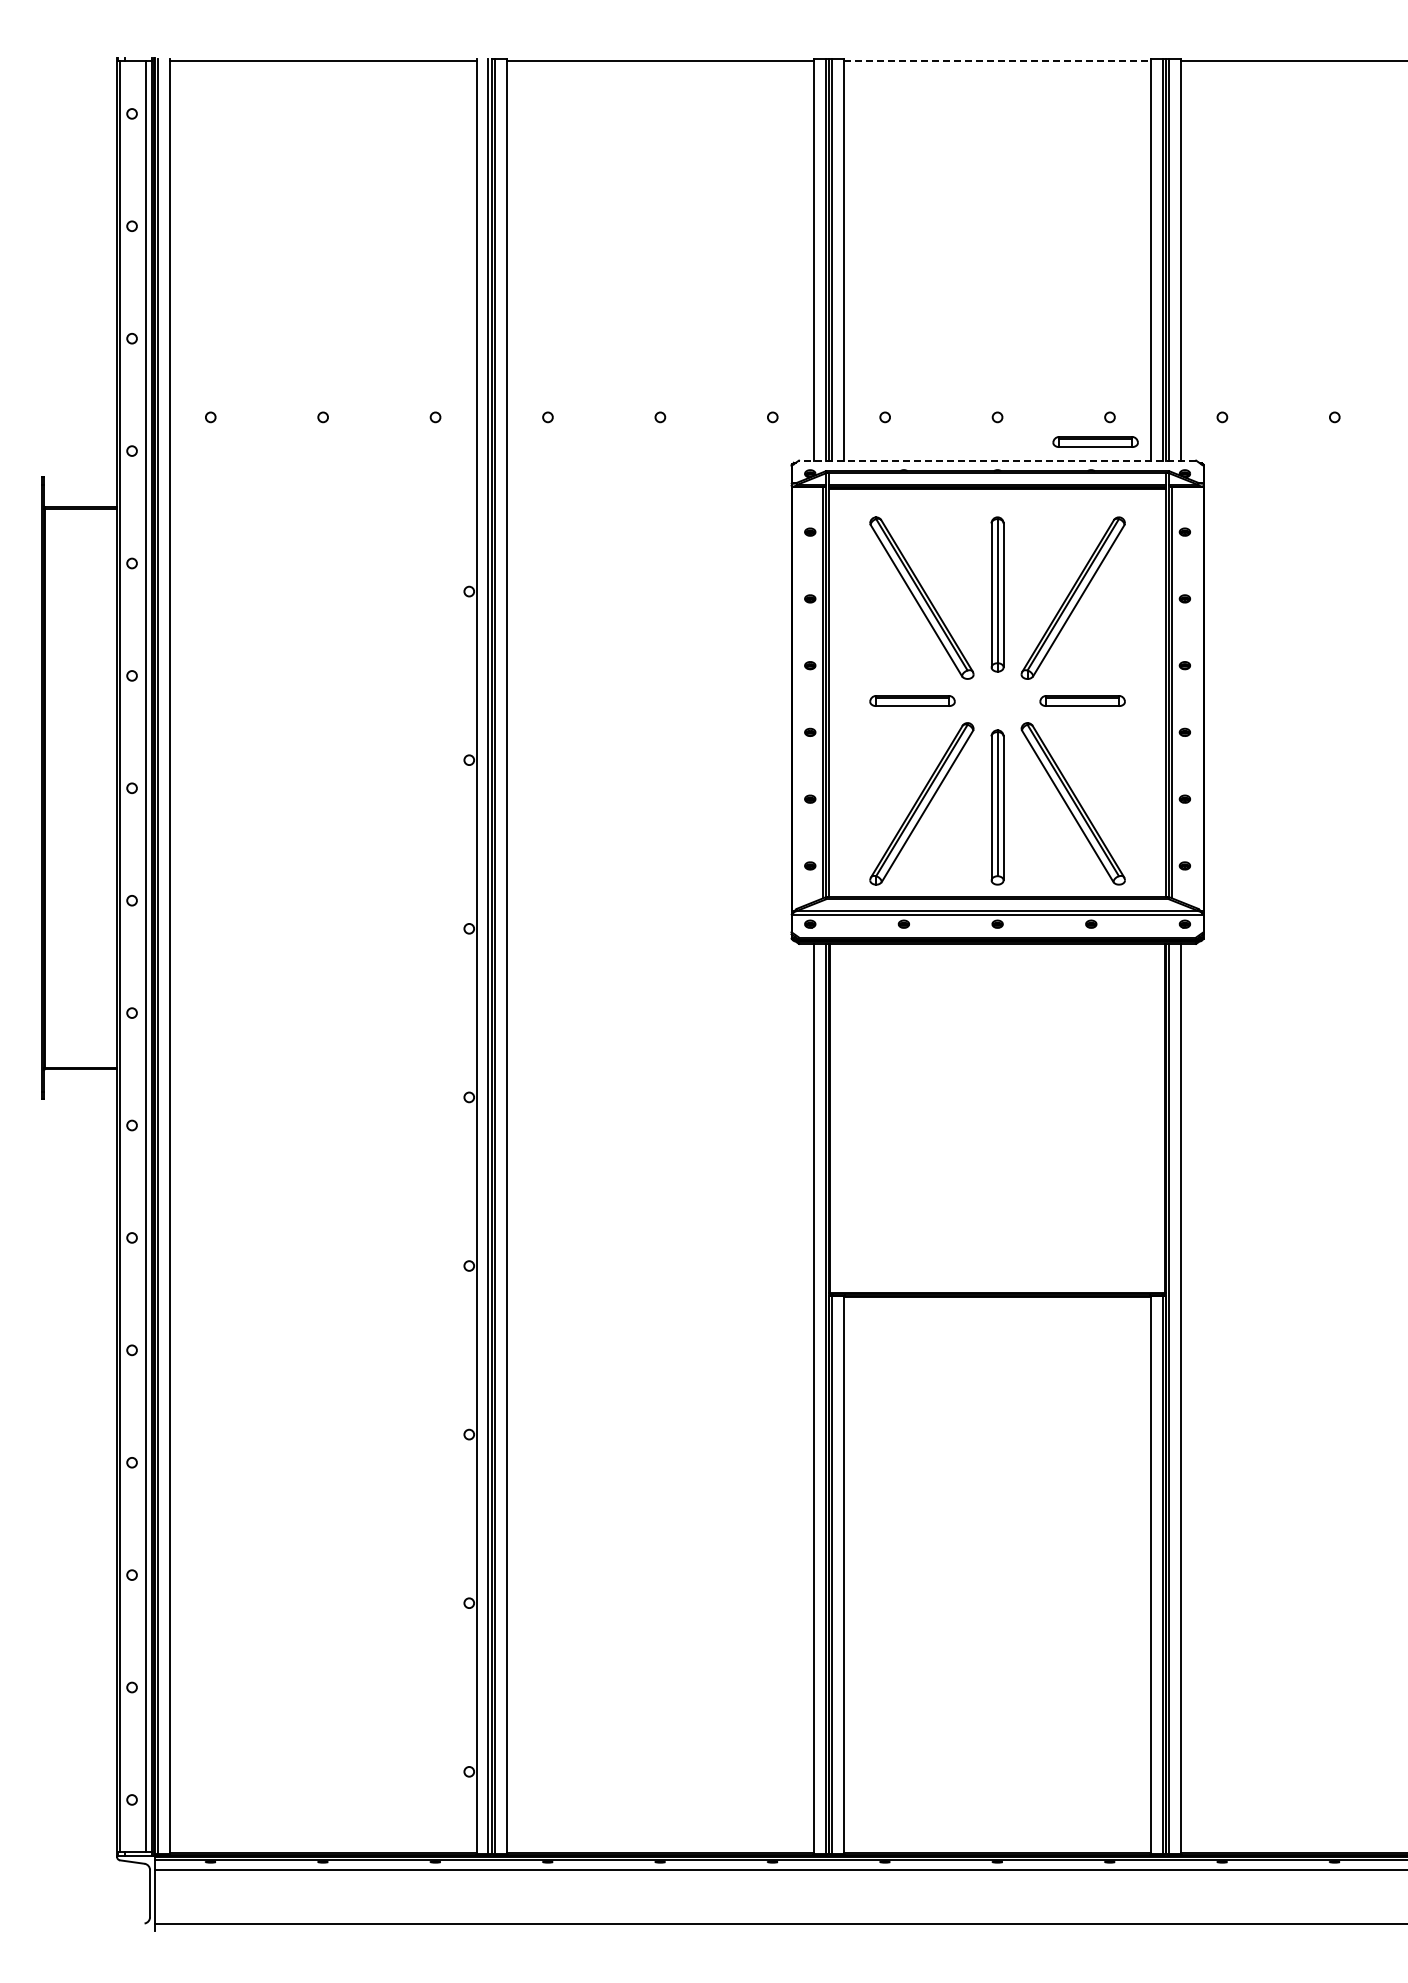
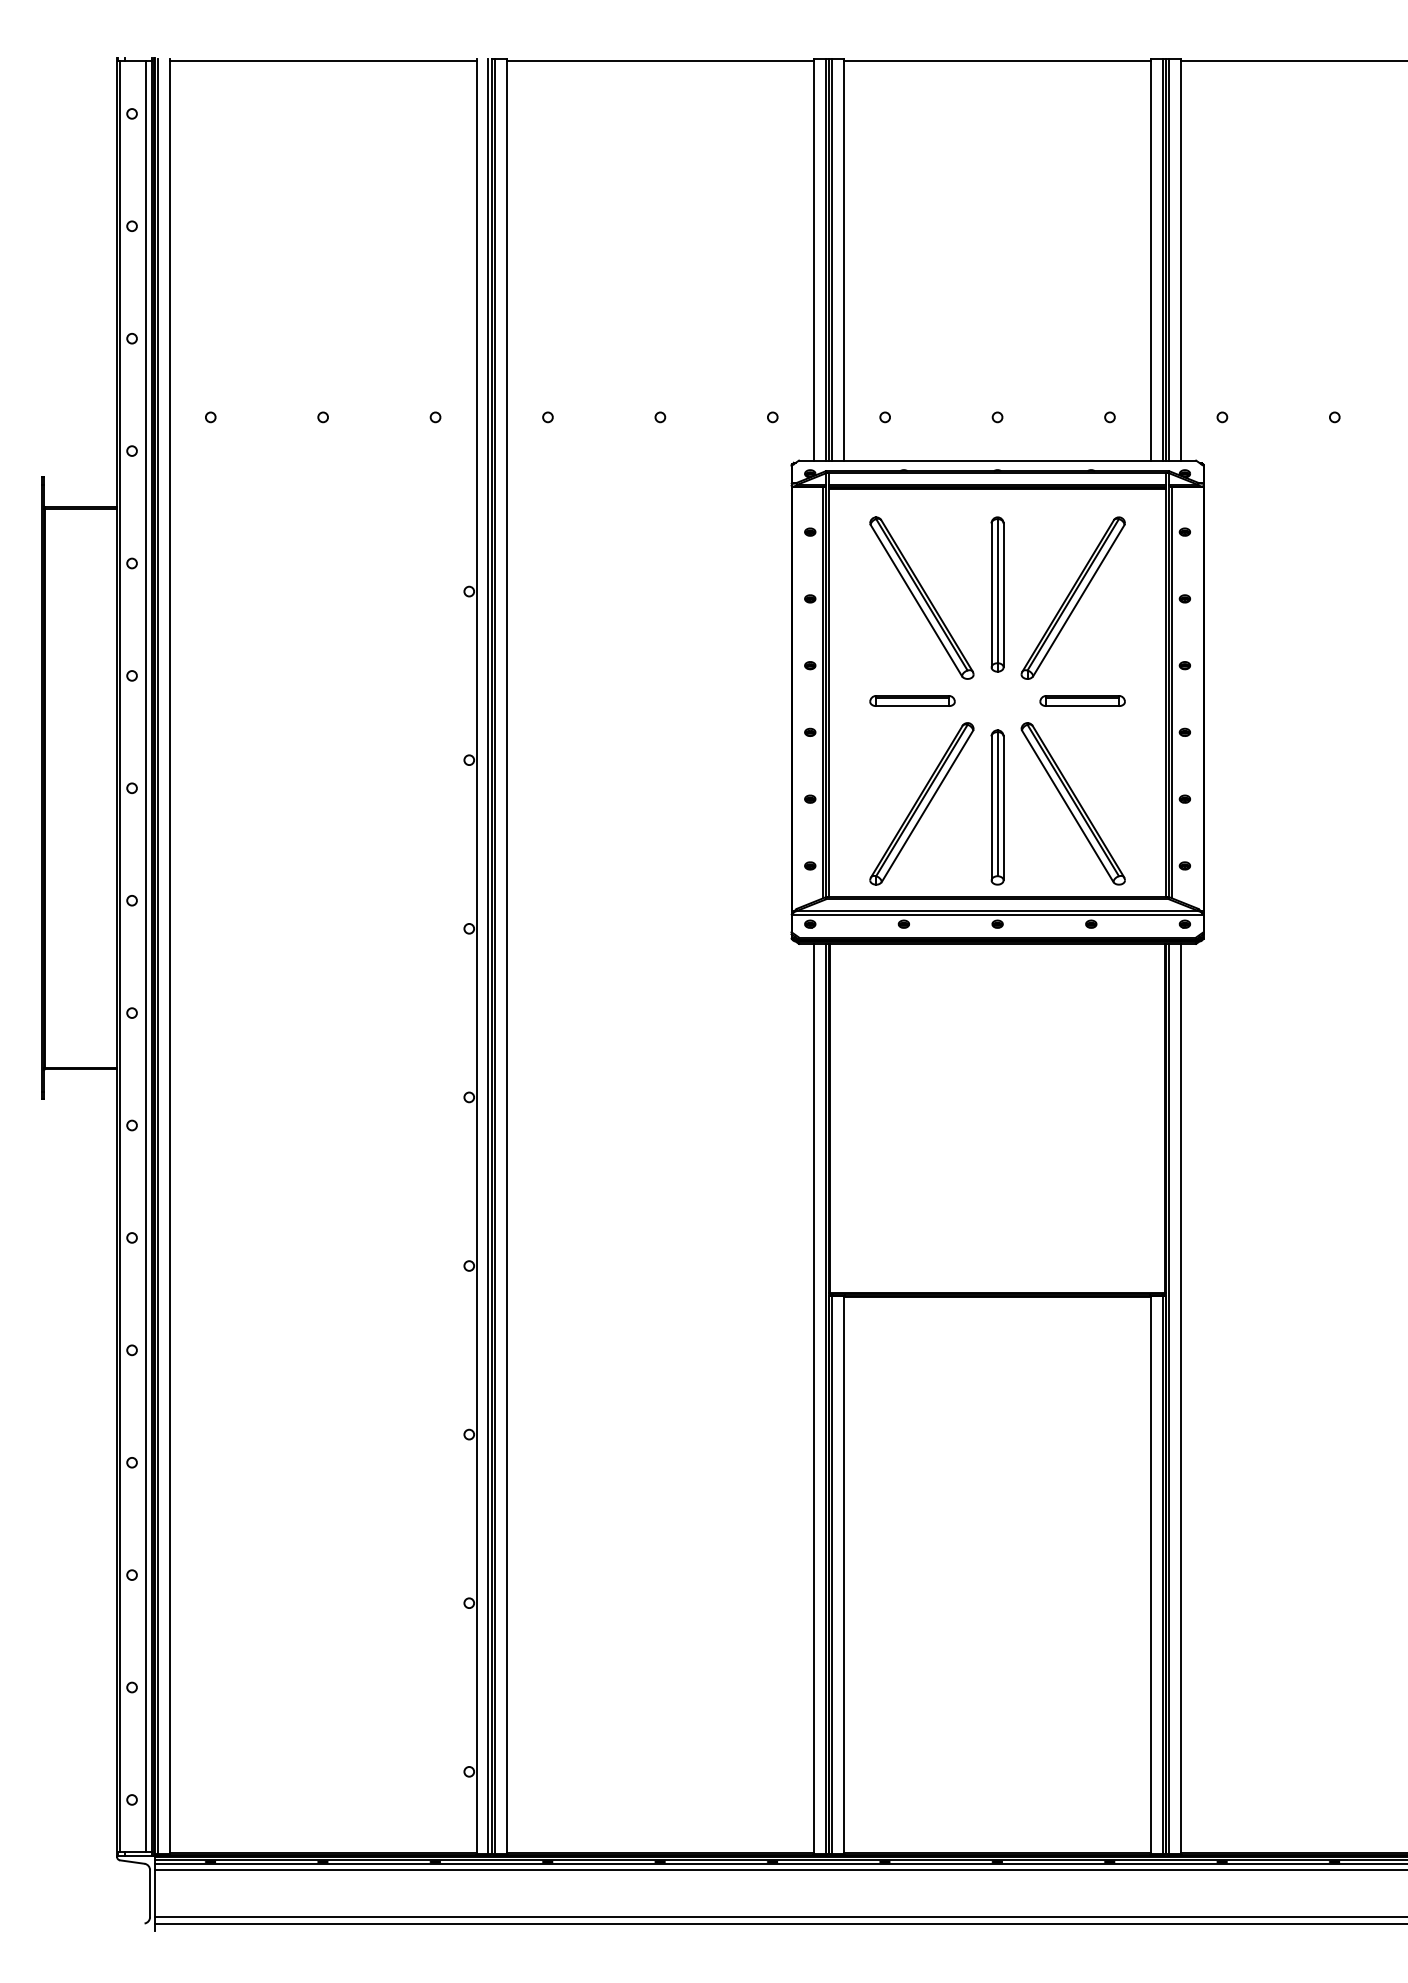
line at (997, 60): dashed -> solid
part at (1095, 441): present -> none
line at (997, 460): dashed -> solid
line at (779, 1863): none -> present
line at (779, 1917): none -> present
